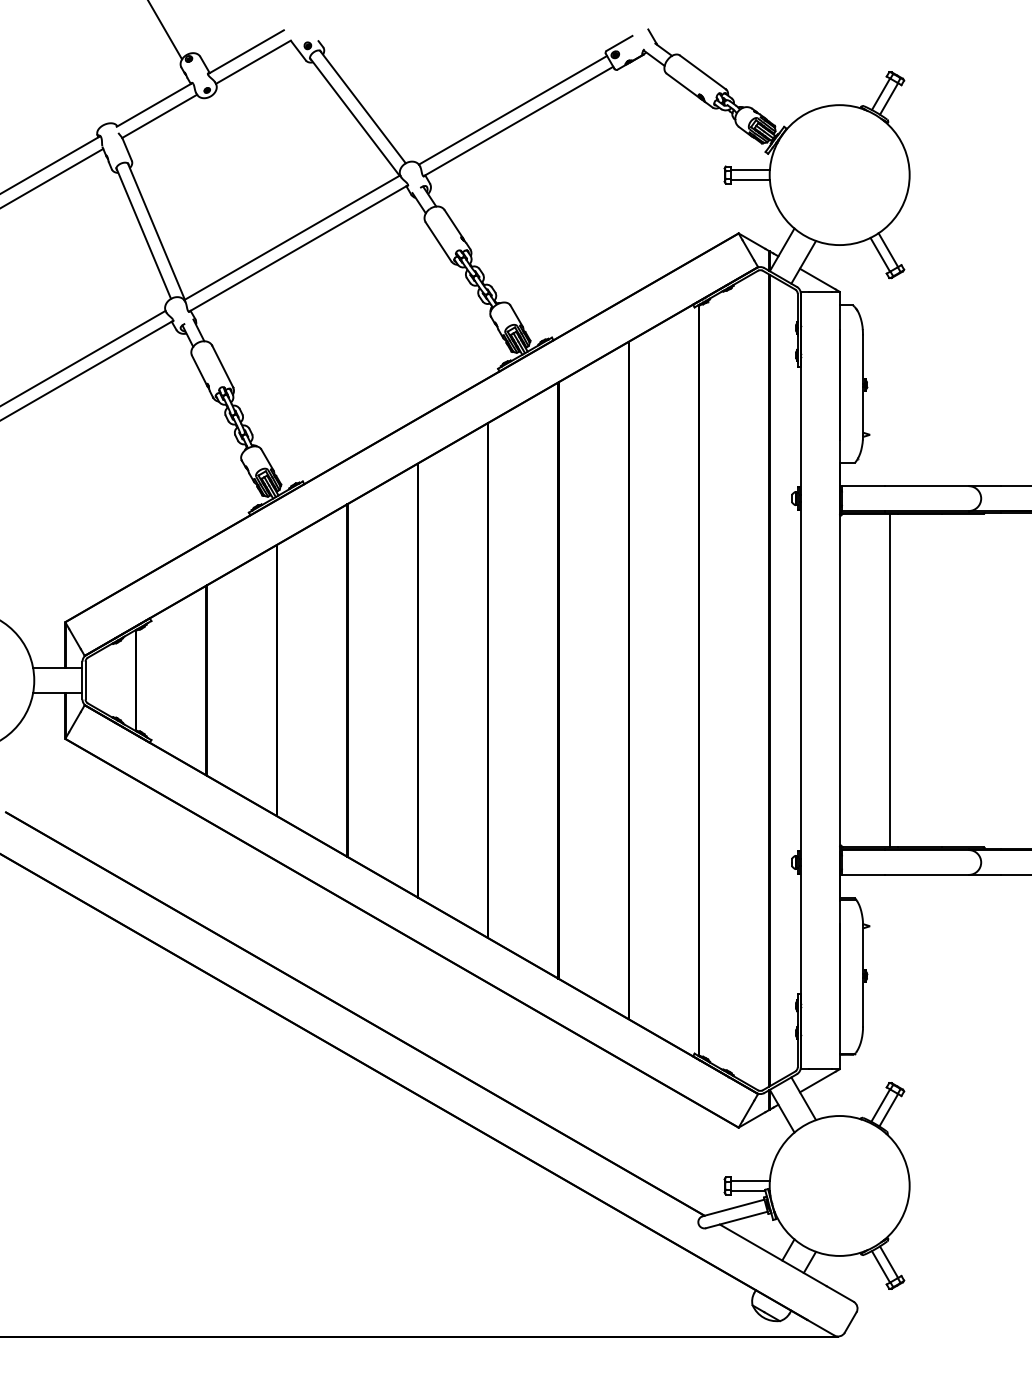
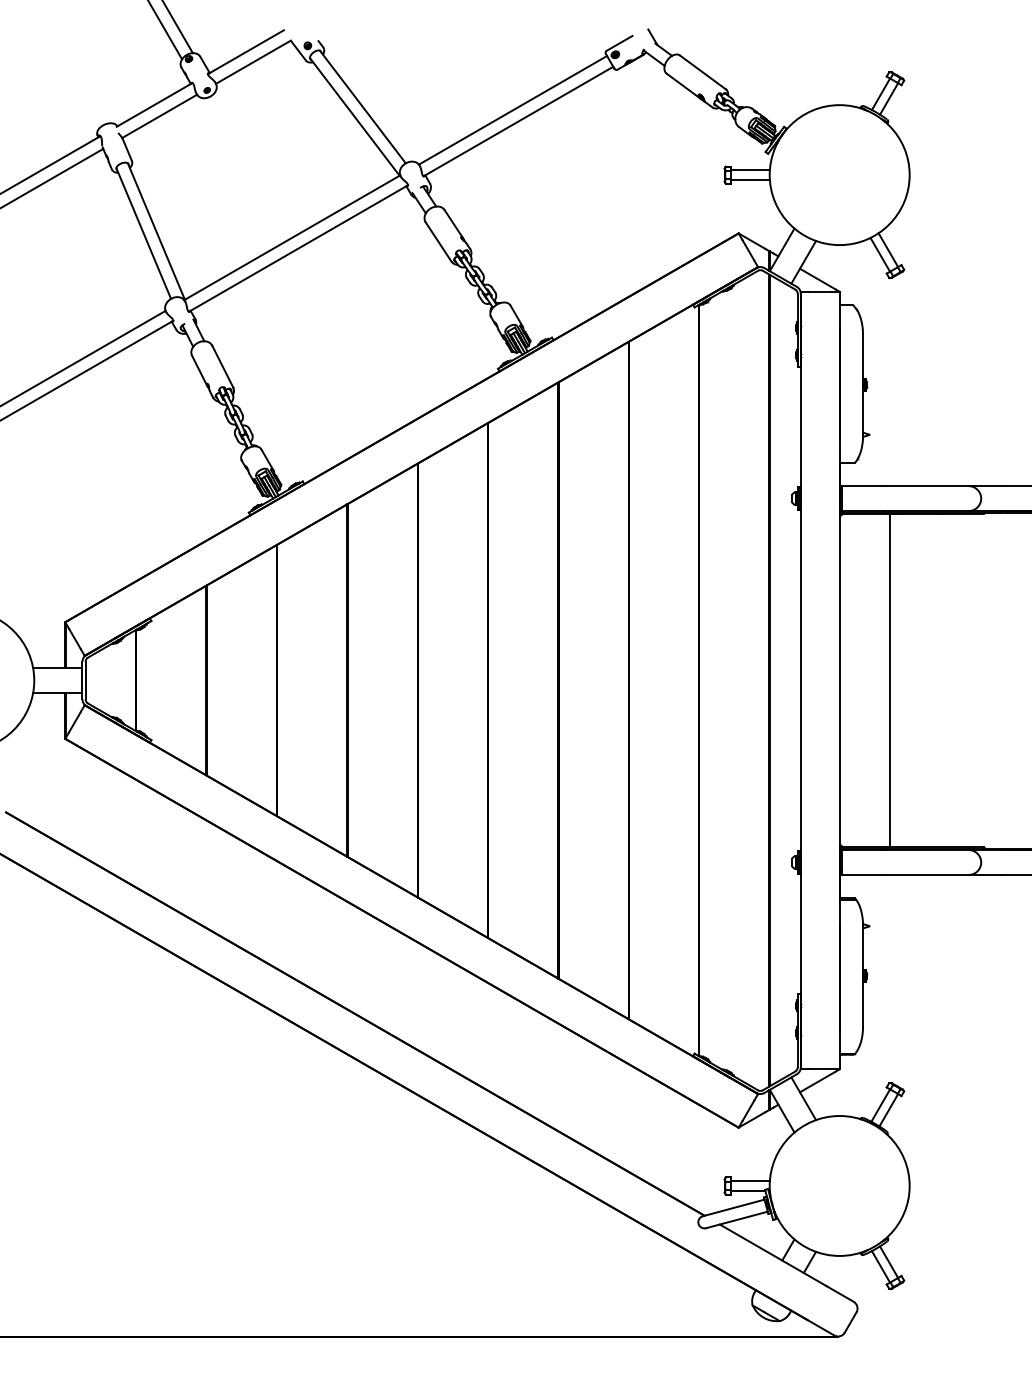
line at (177, 27): none -> present
